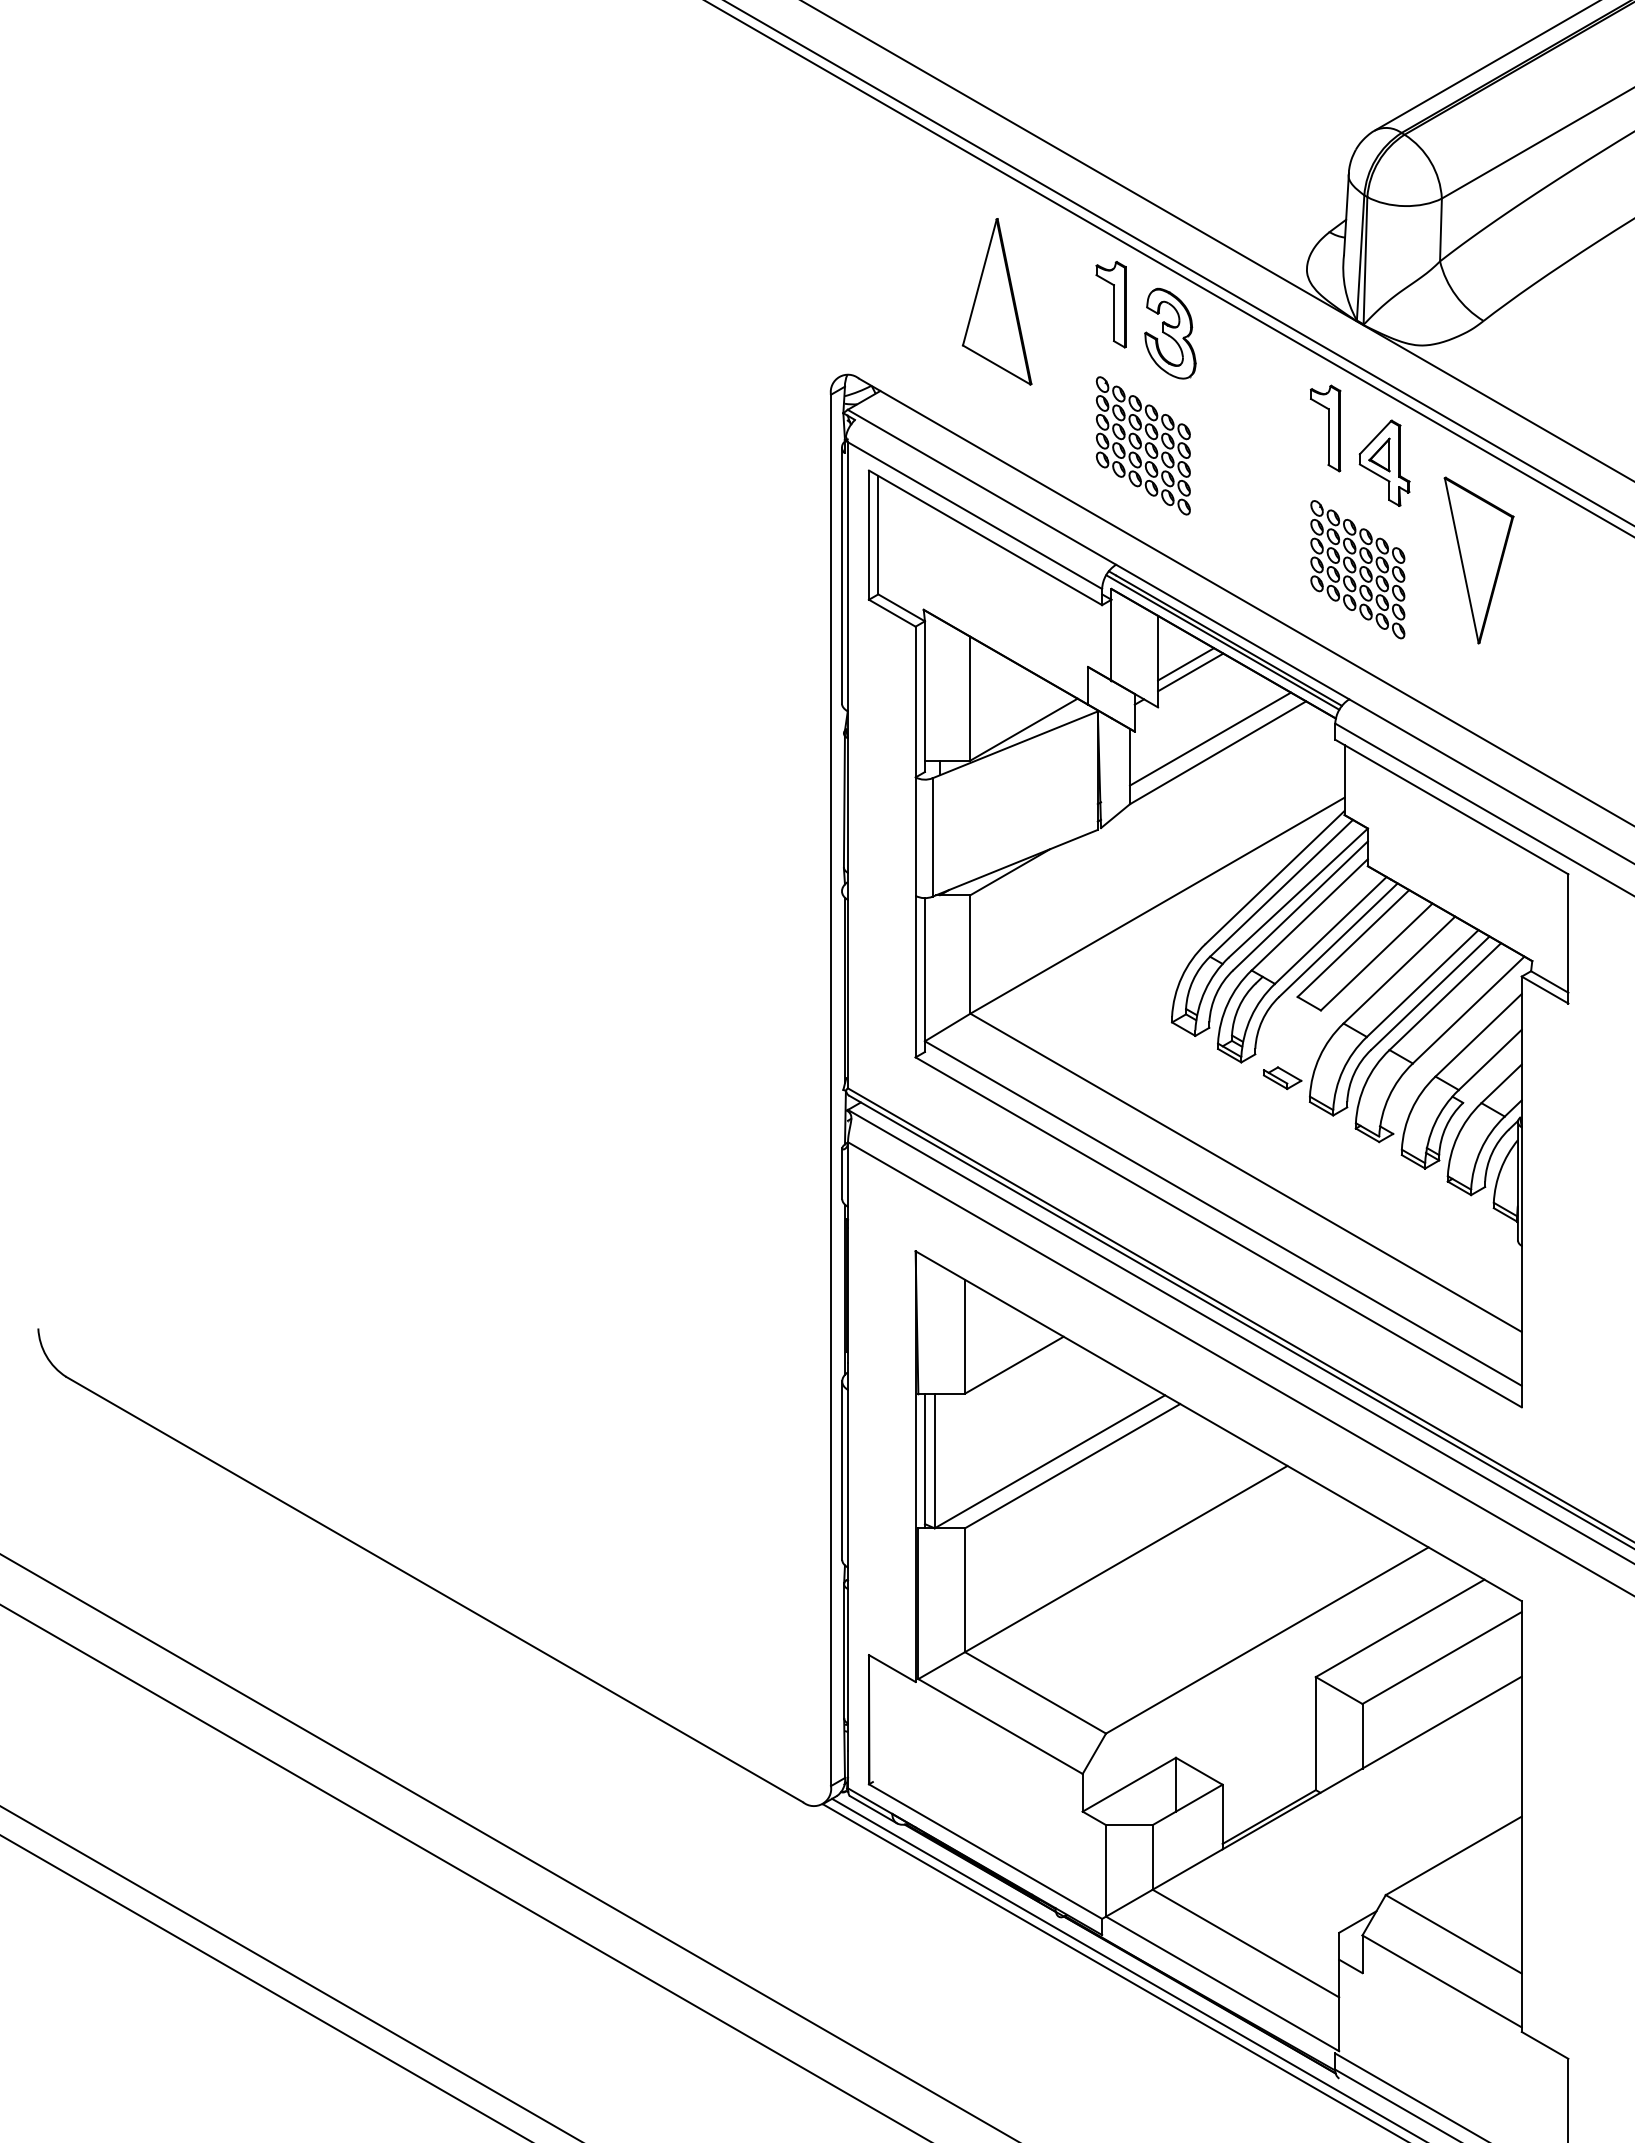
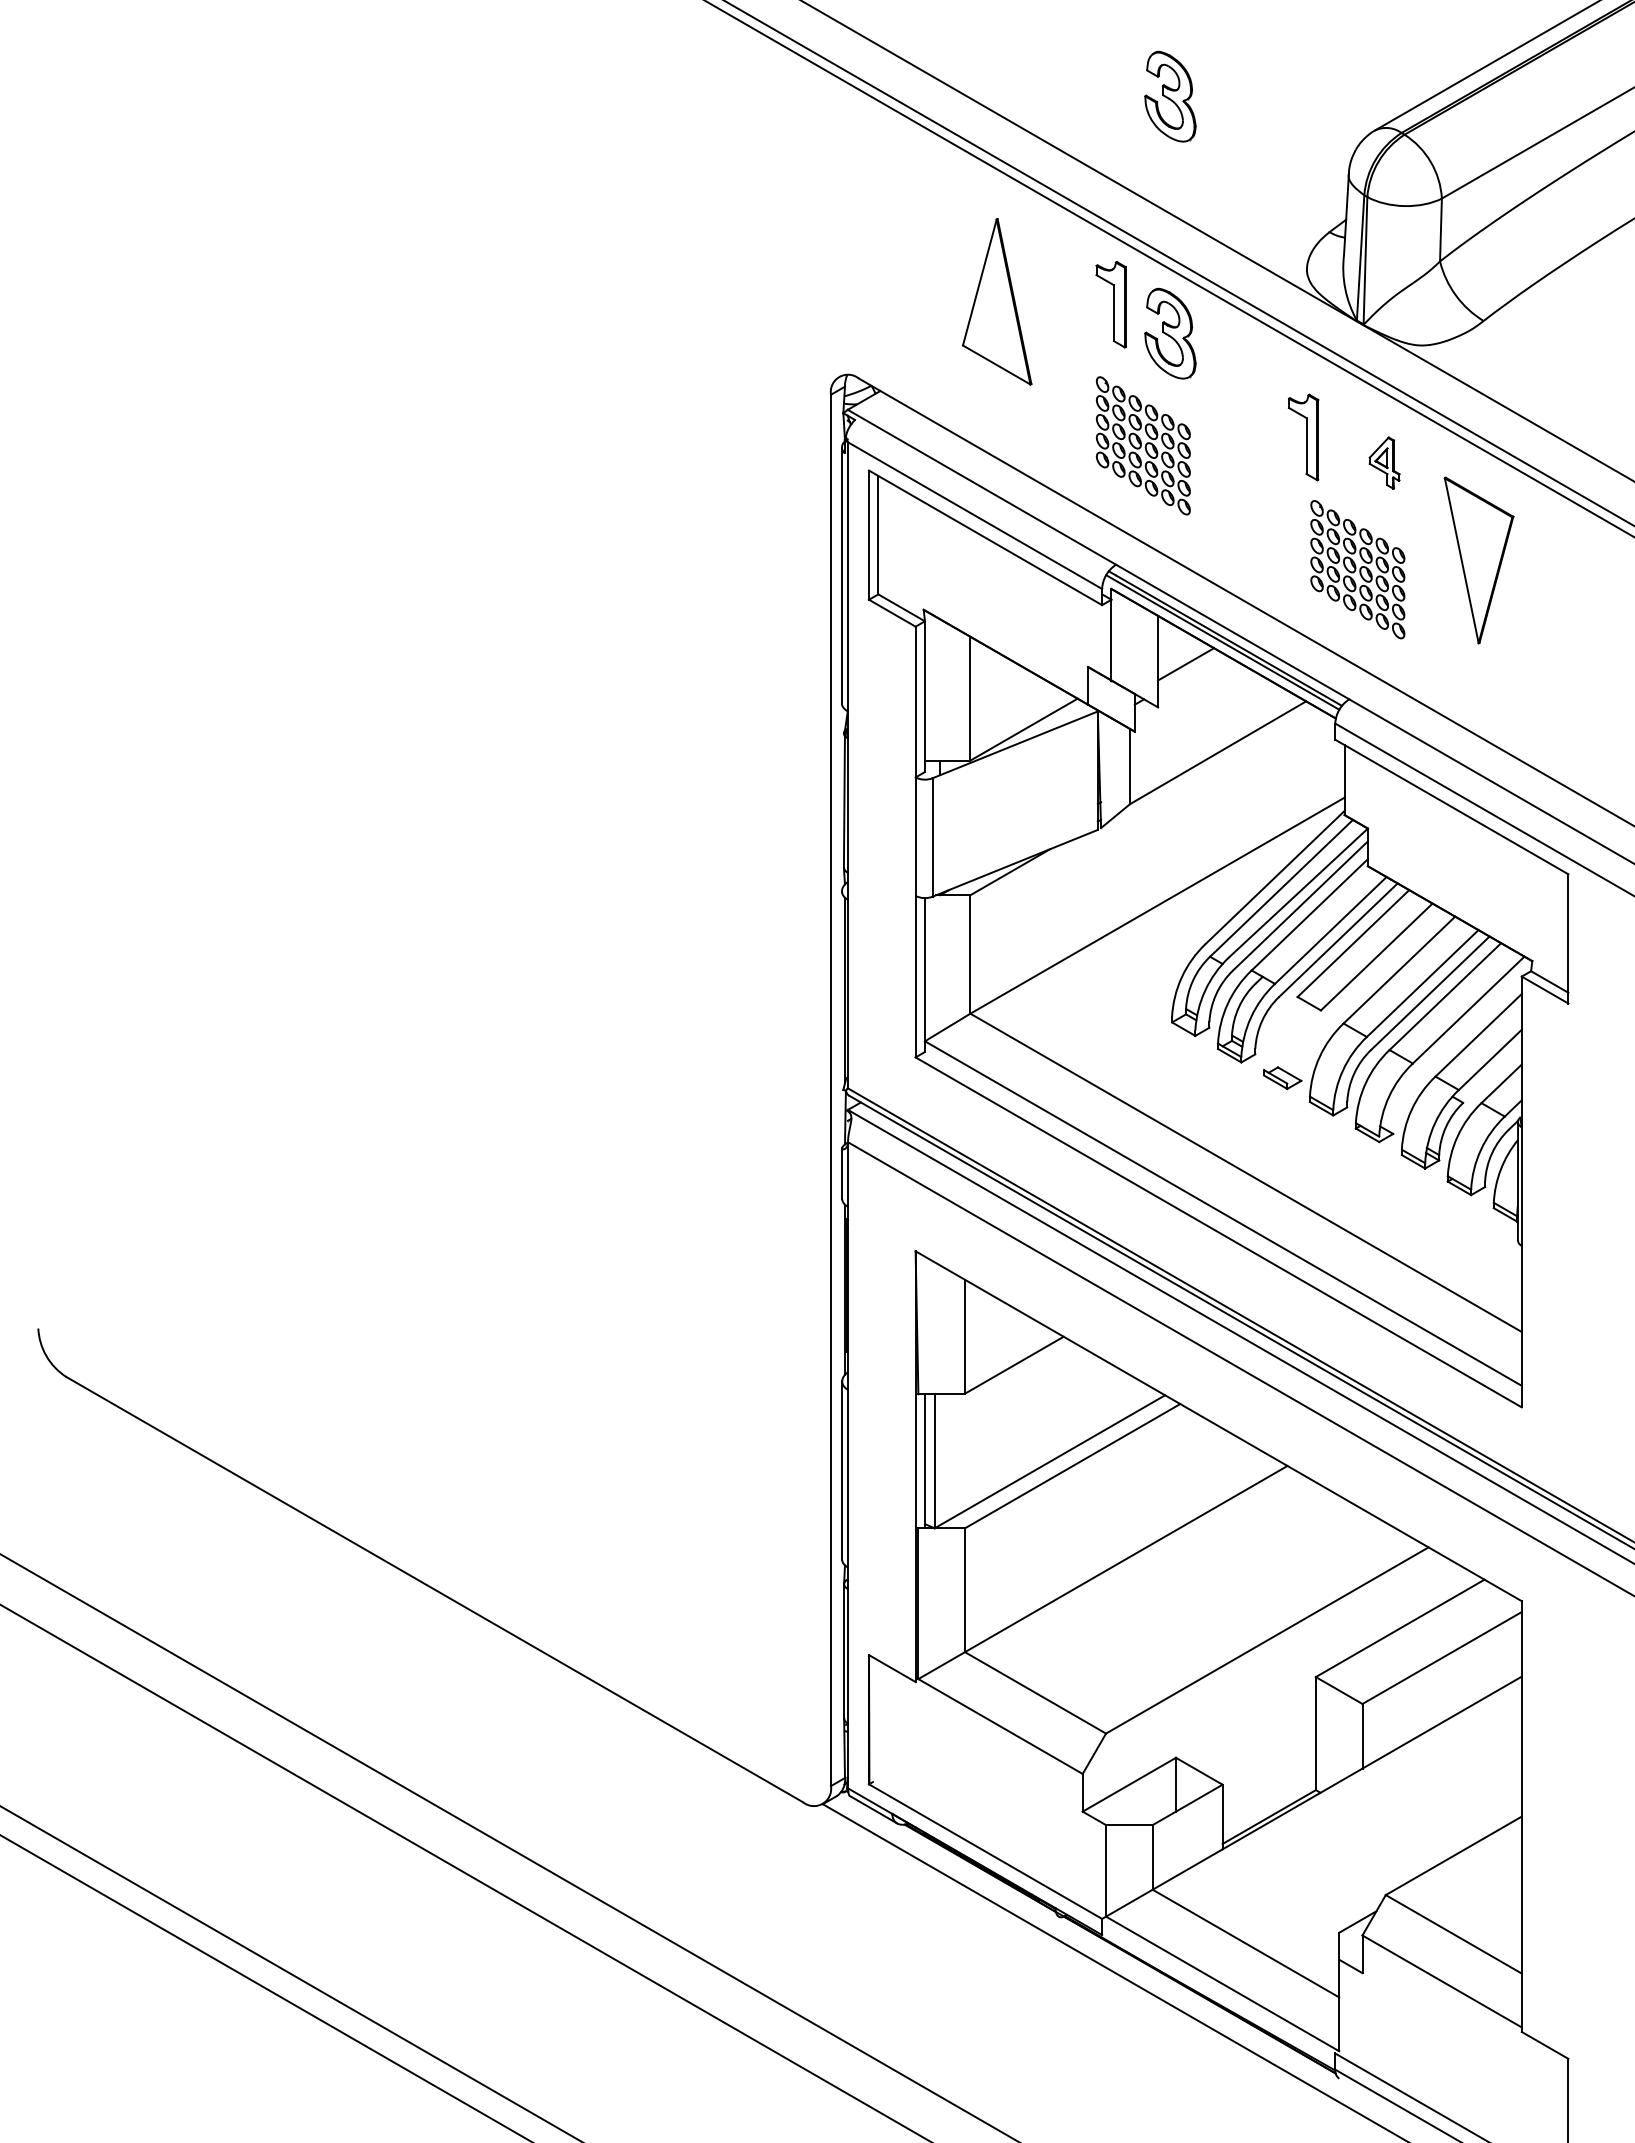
part at (1170, 96): none -> present
part at (1325, 428) position: (1325, 428) -> (1303, 437)
part at (1384, 462) size: 53x88 px -> 33x54 px
line at (1190, 672): present -> none
line at (1210, 738): present -> none
line at (1127, 1968): present -> none
